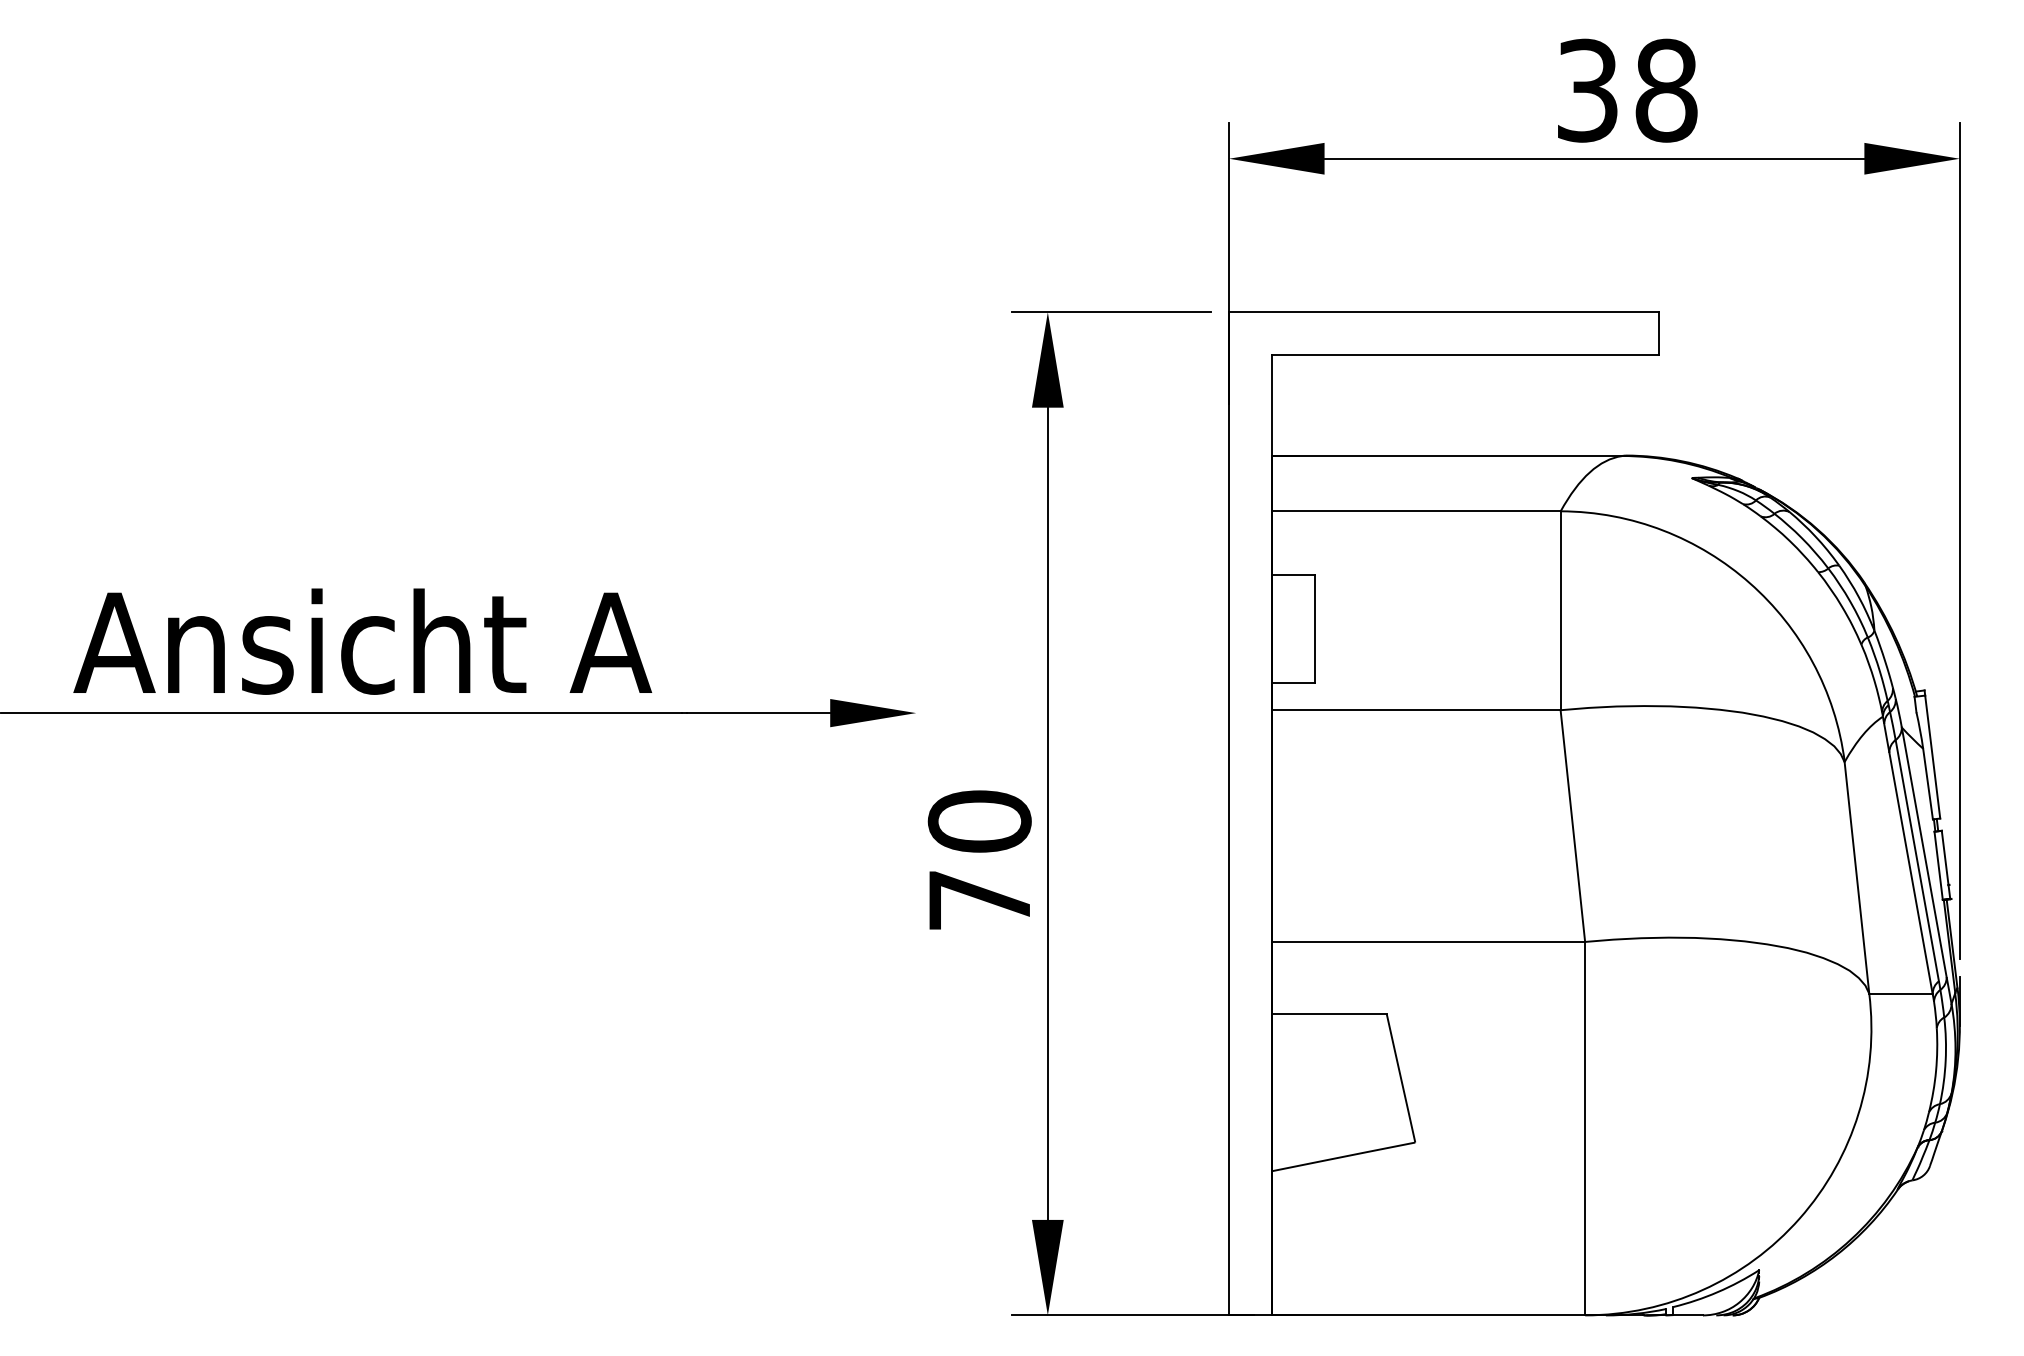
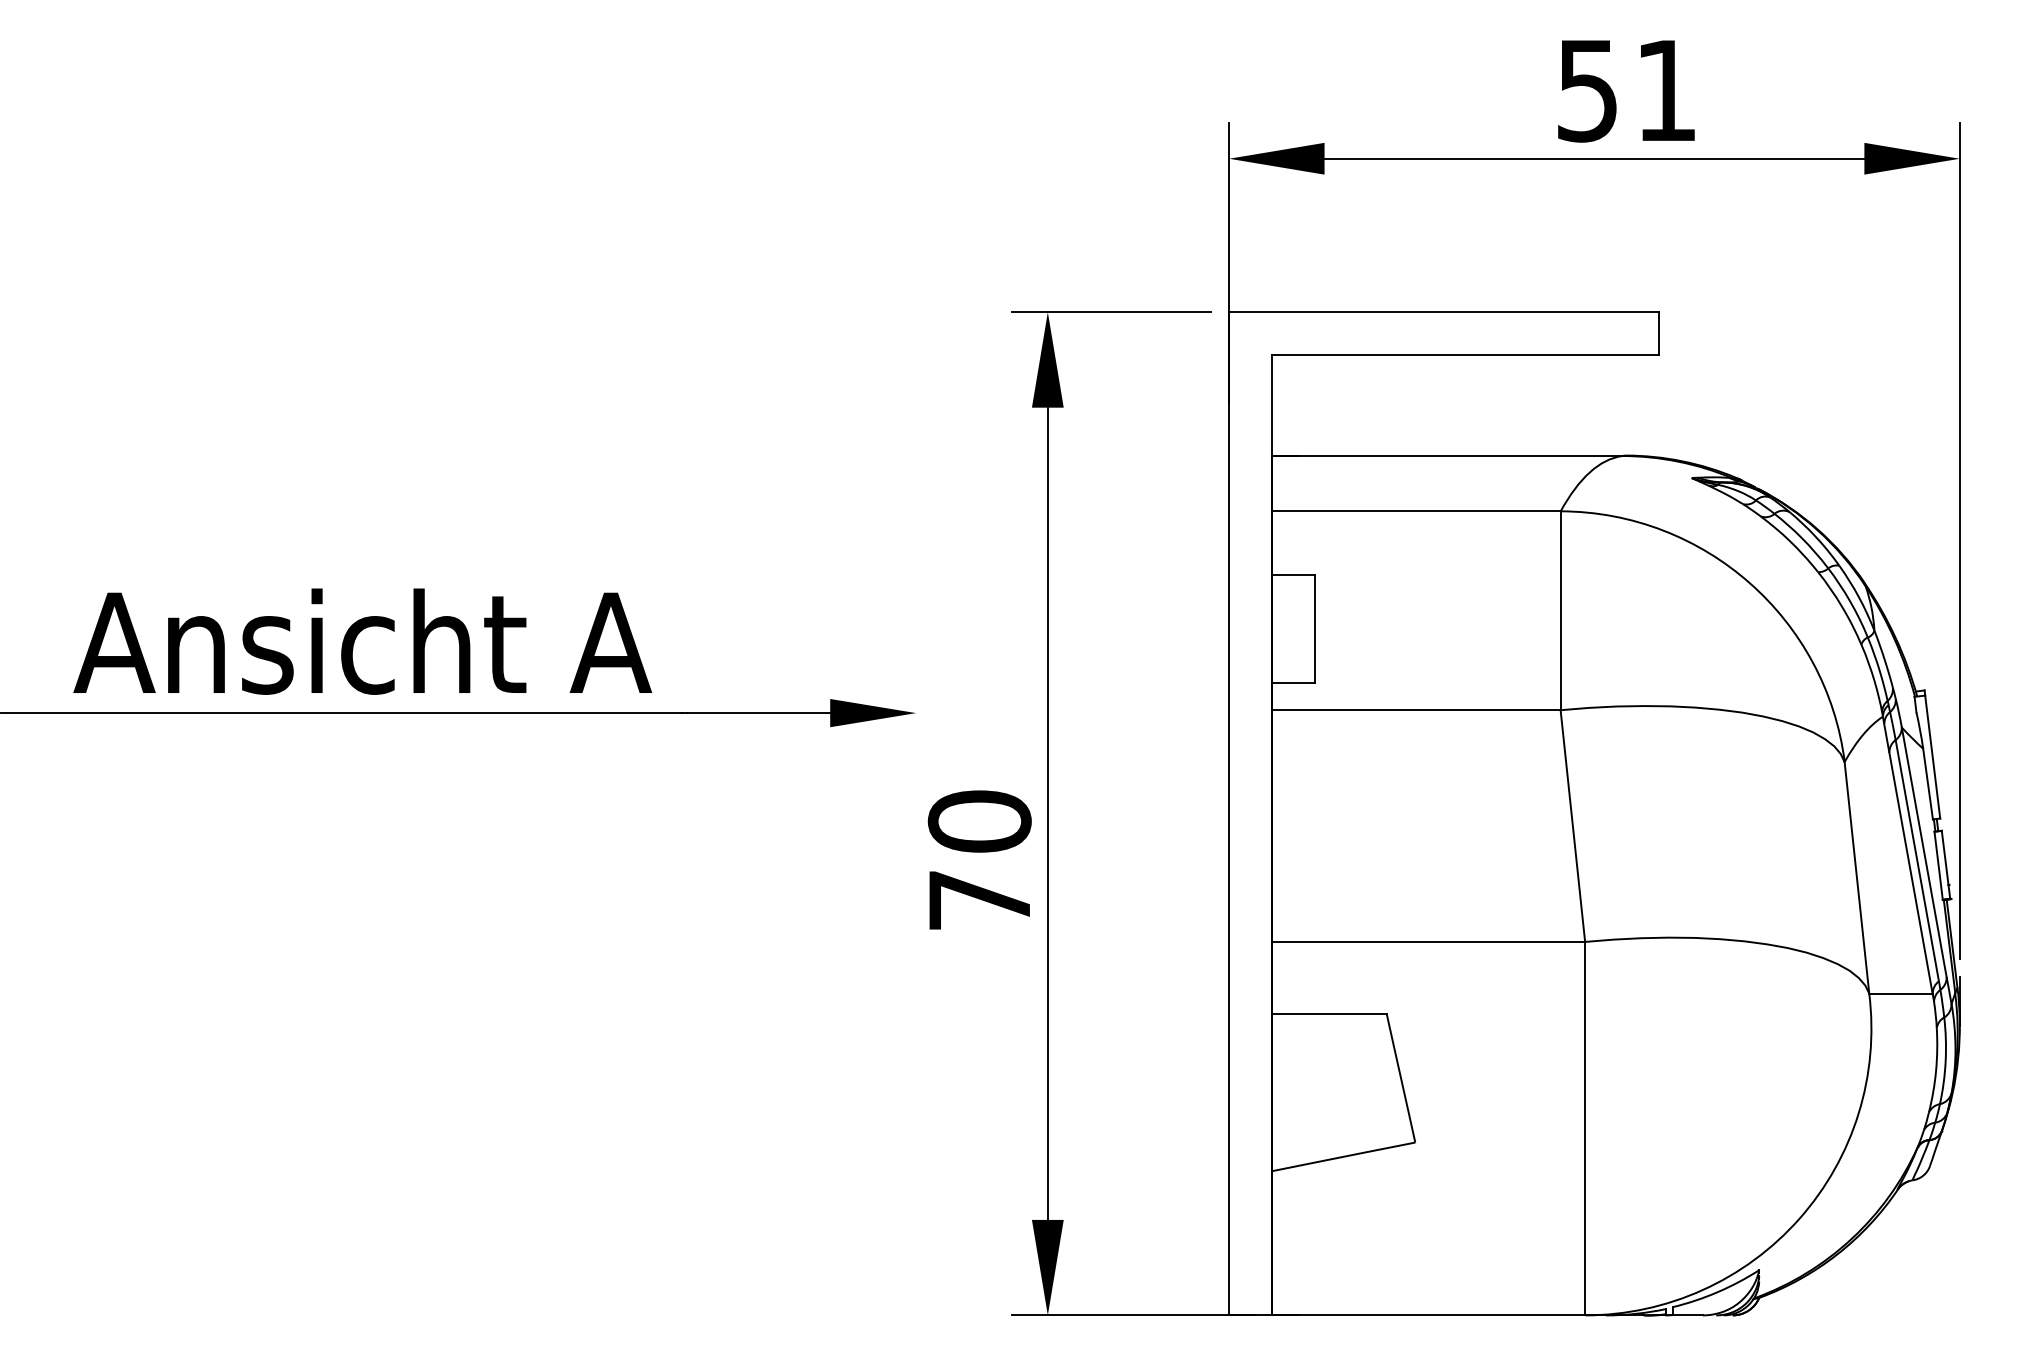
text at (1627, 90): 38 -> 51
